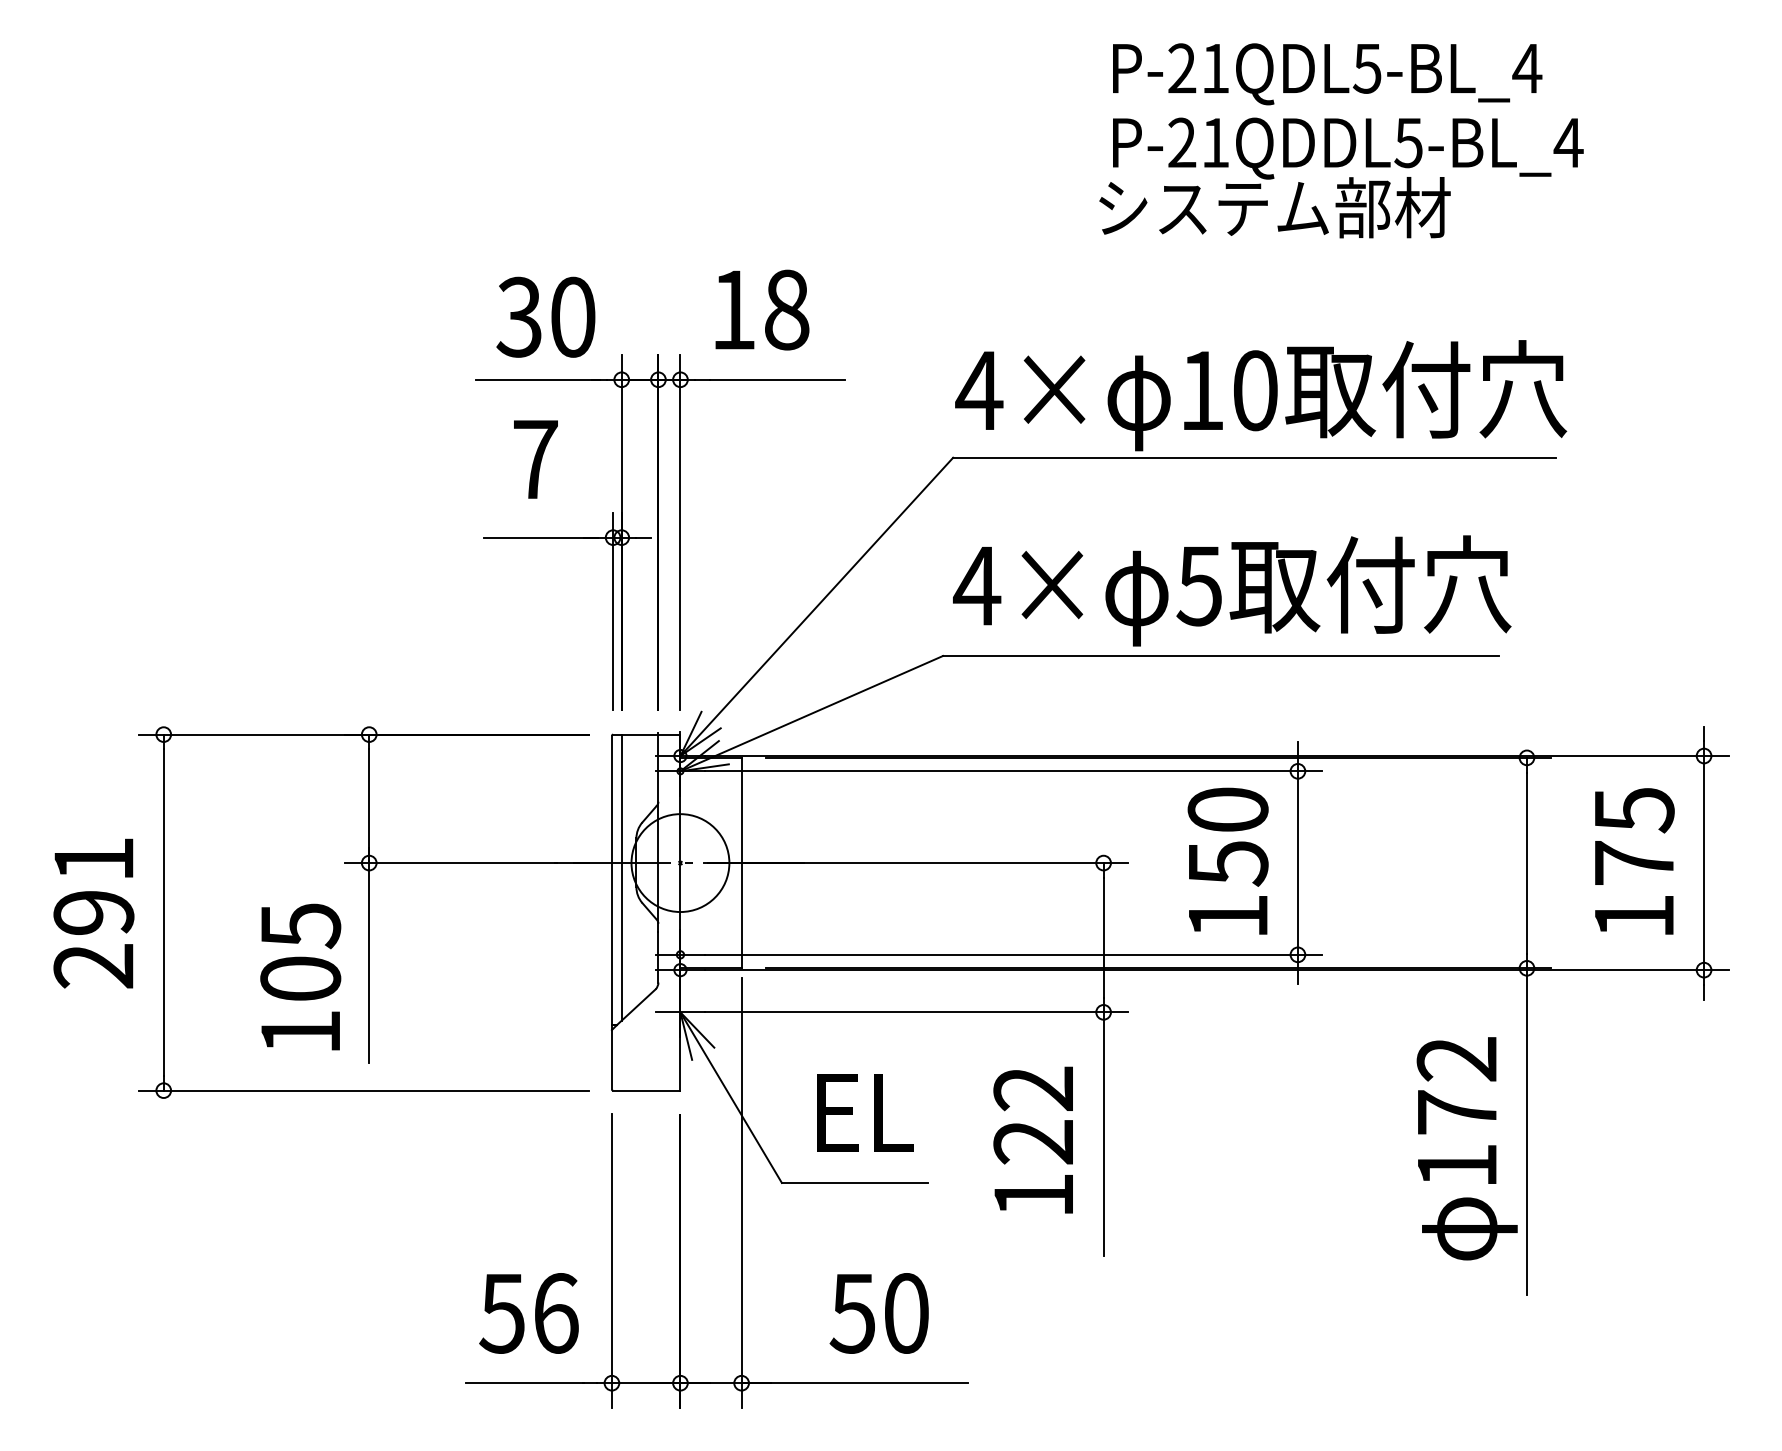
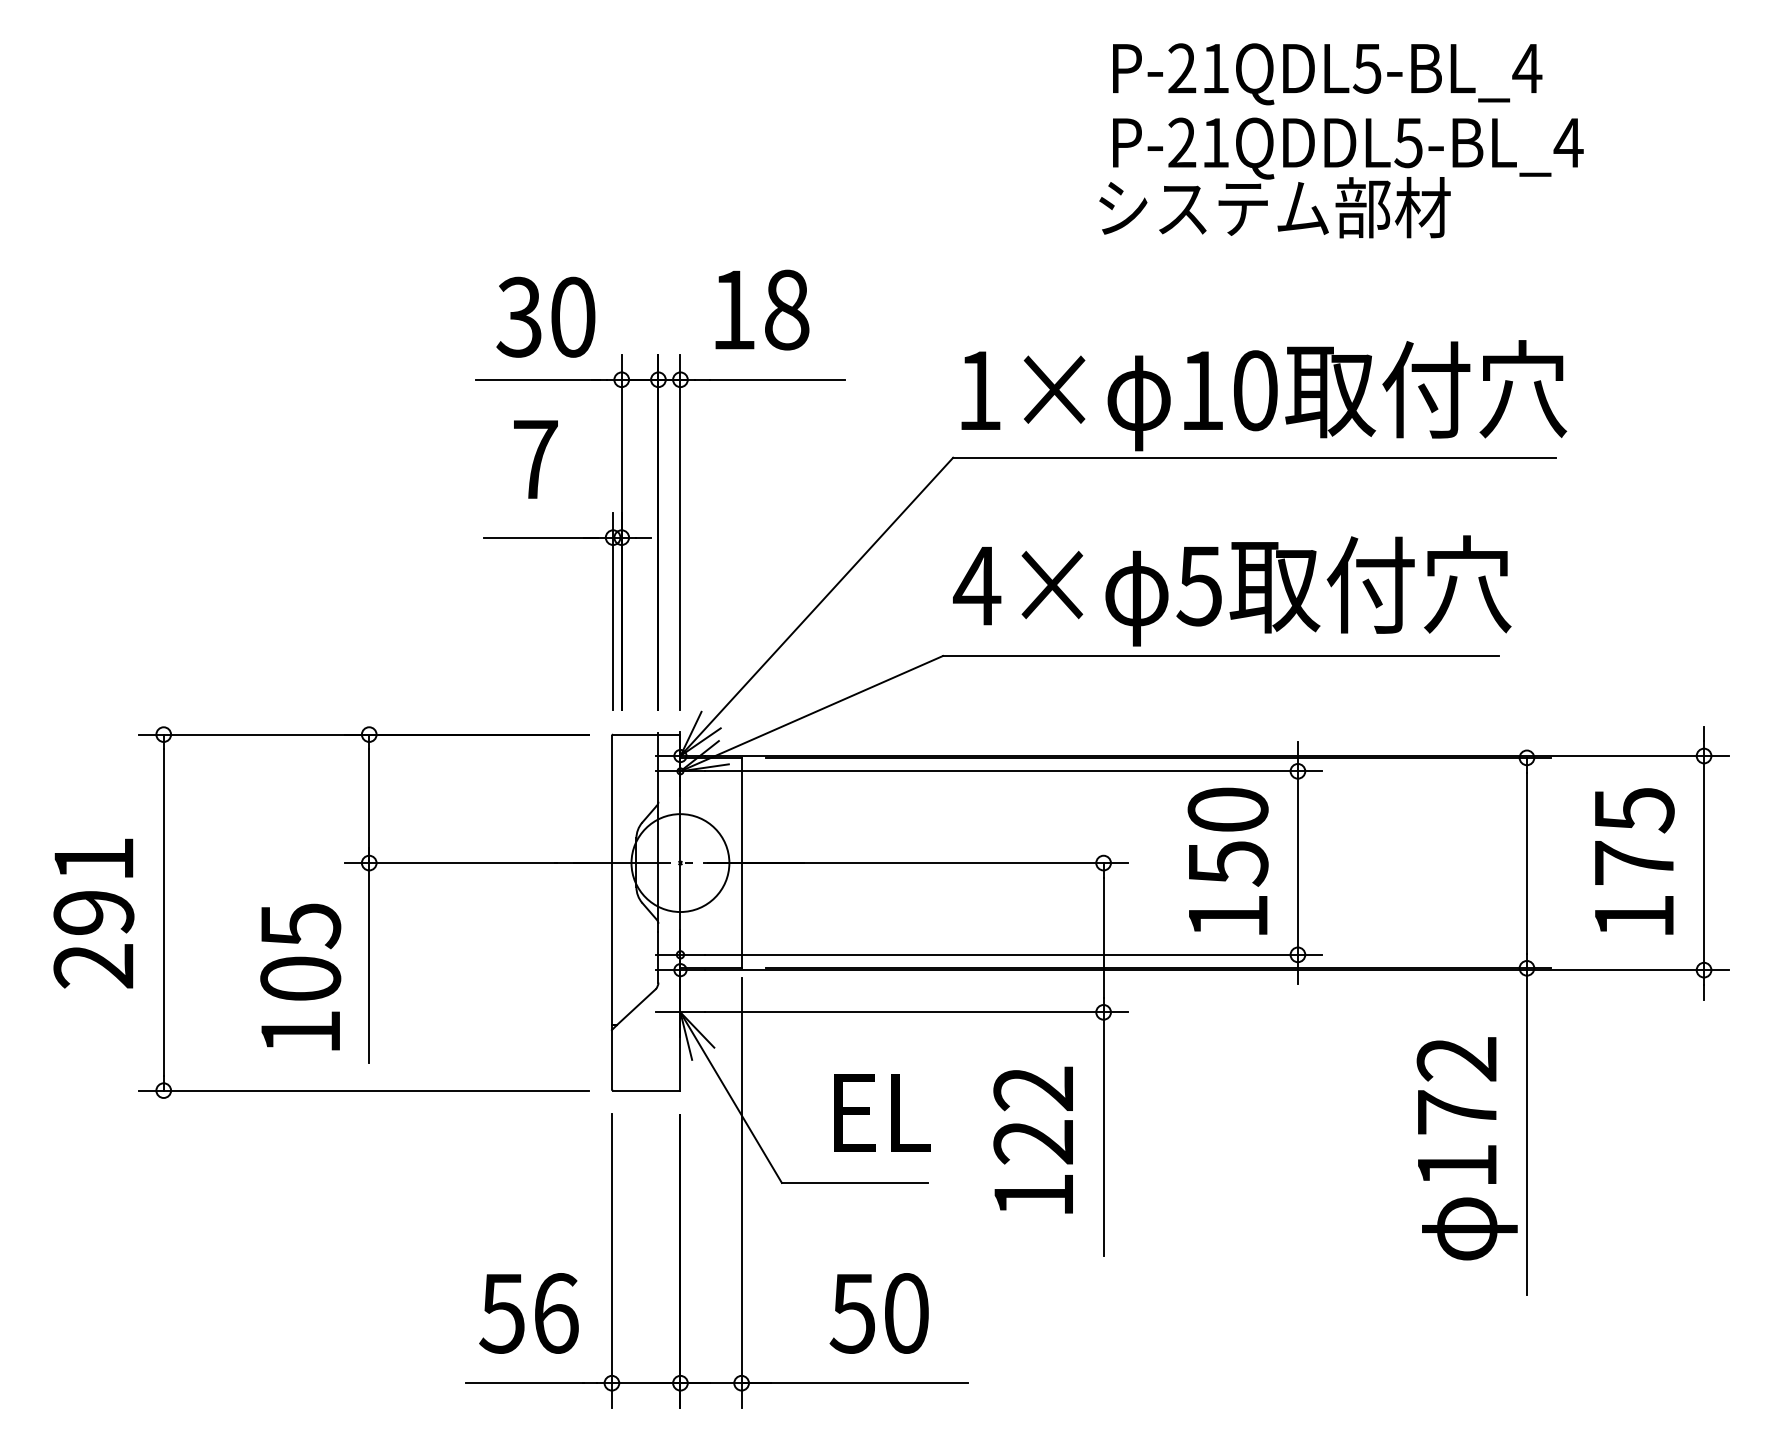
text at (979, 390): 4× -> 1×
line at (621, 877): present -> none
text at (865, 1112) position: (865, 1112) -> (882, 1112)
